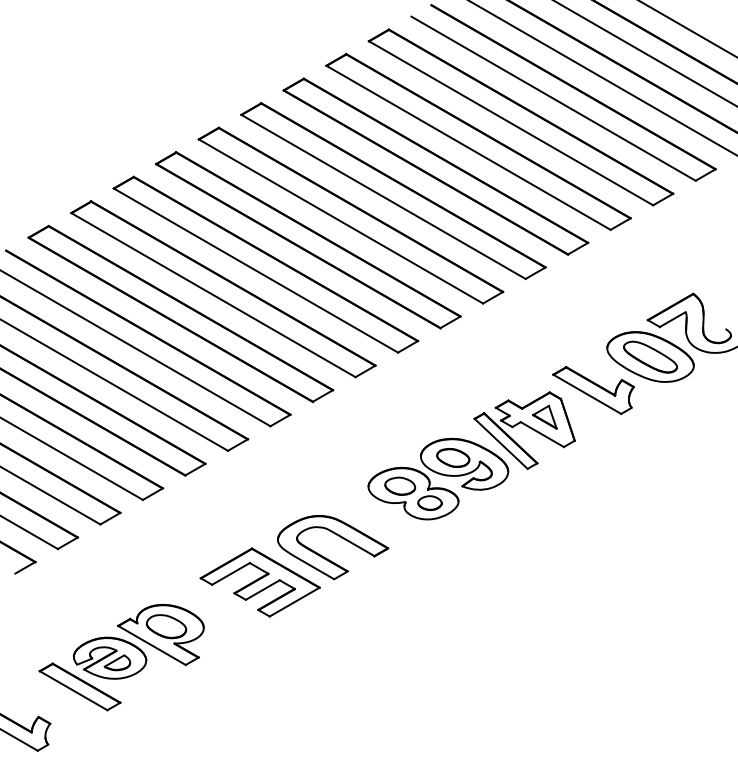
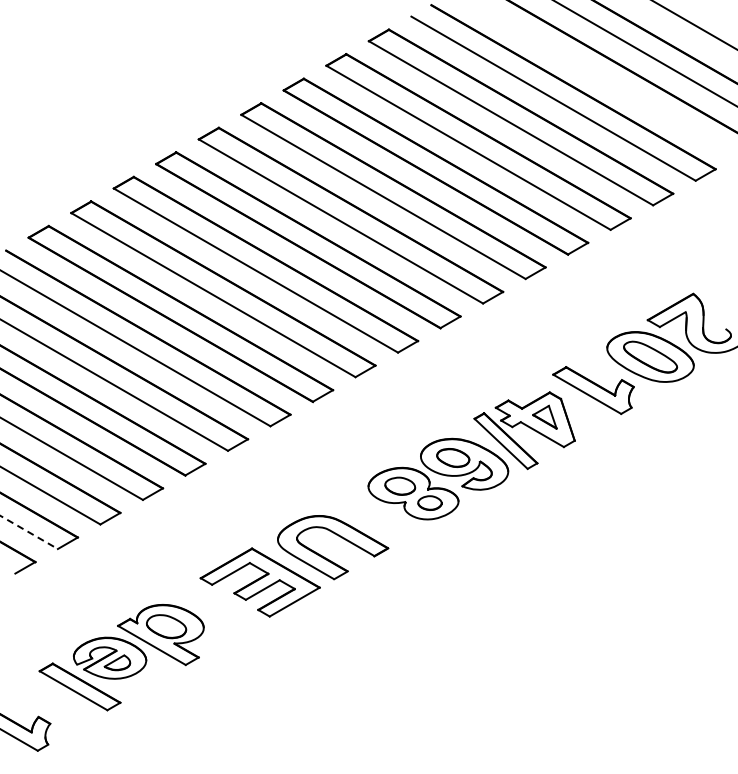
line at (687, 29) position: (687, 29) -> (694, 25)
line at (602, 78): present -> none
line at (29, 532): solid -> dashed
